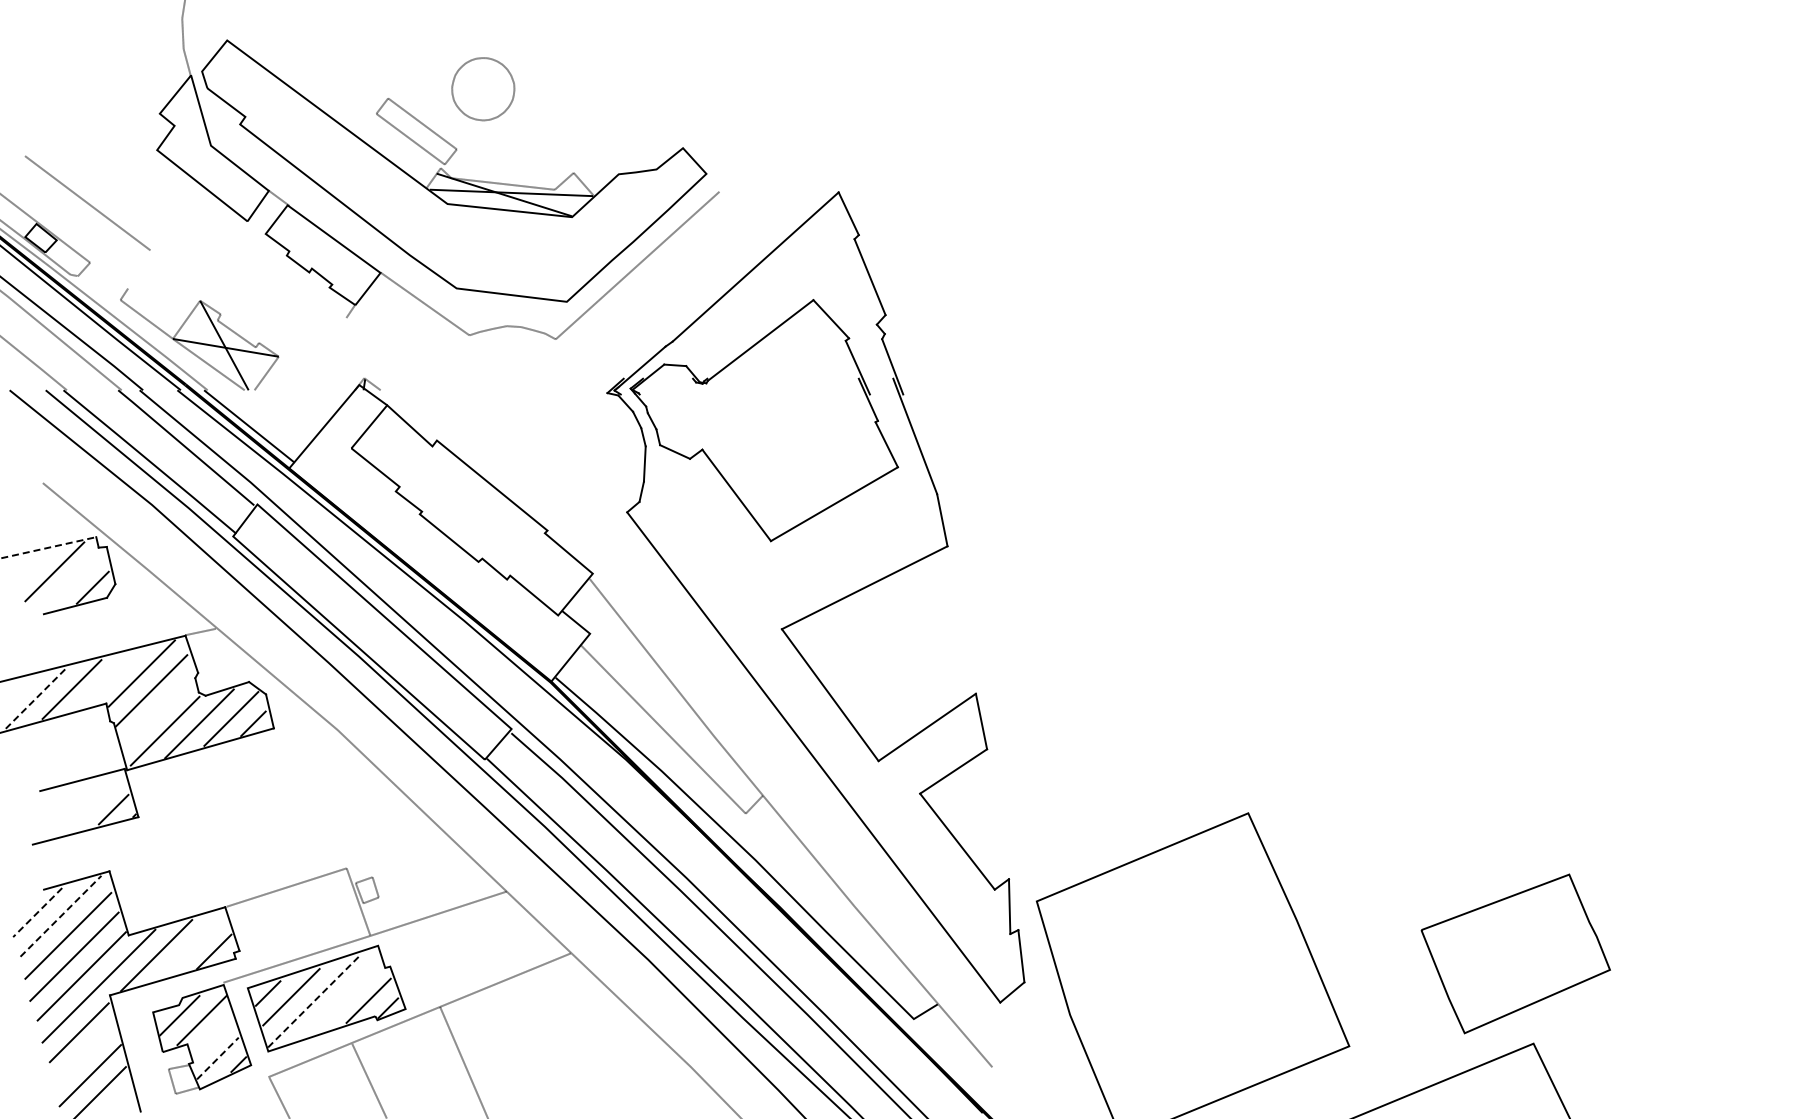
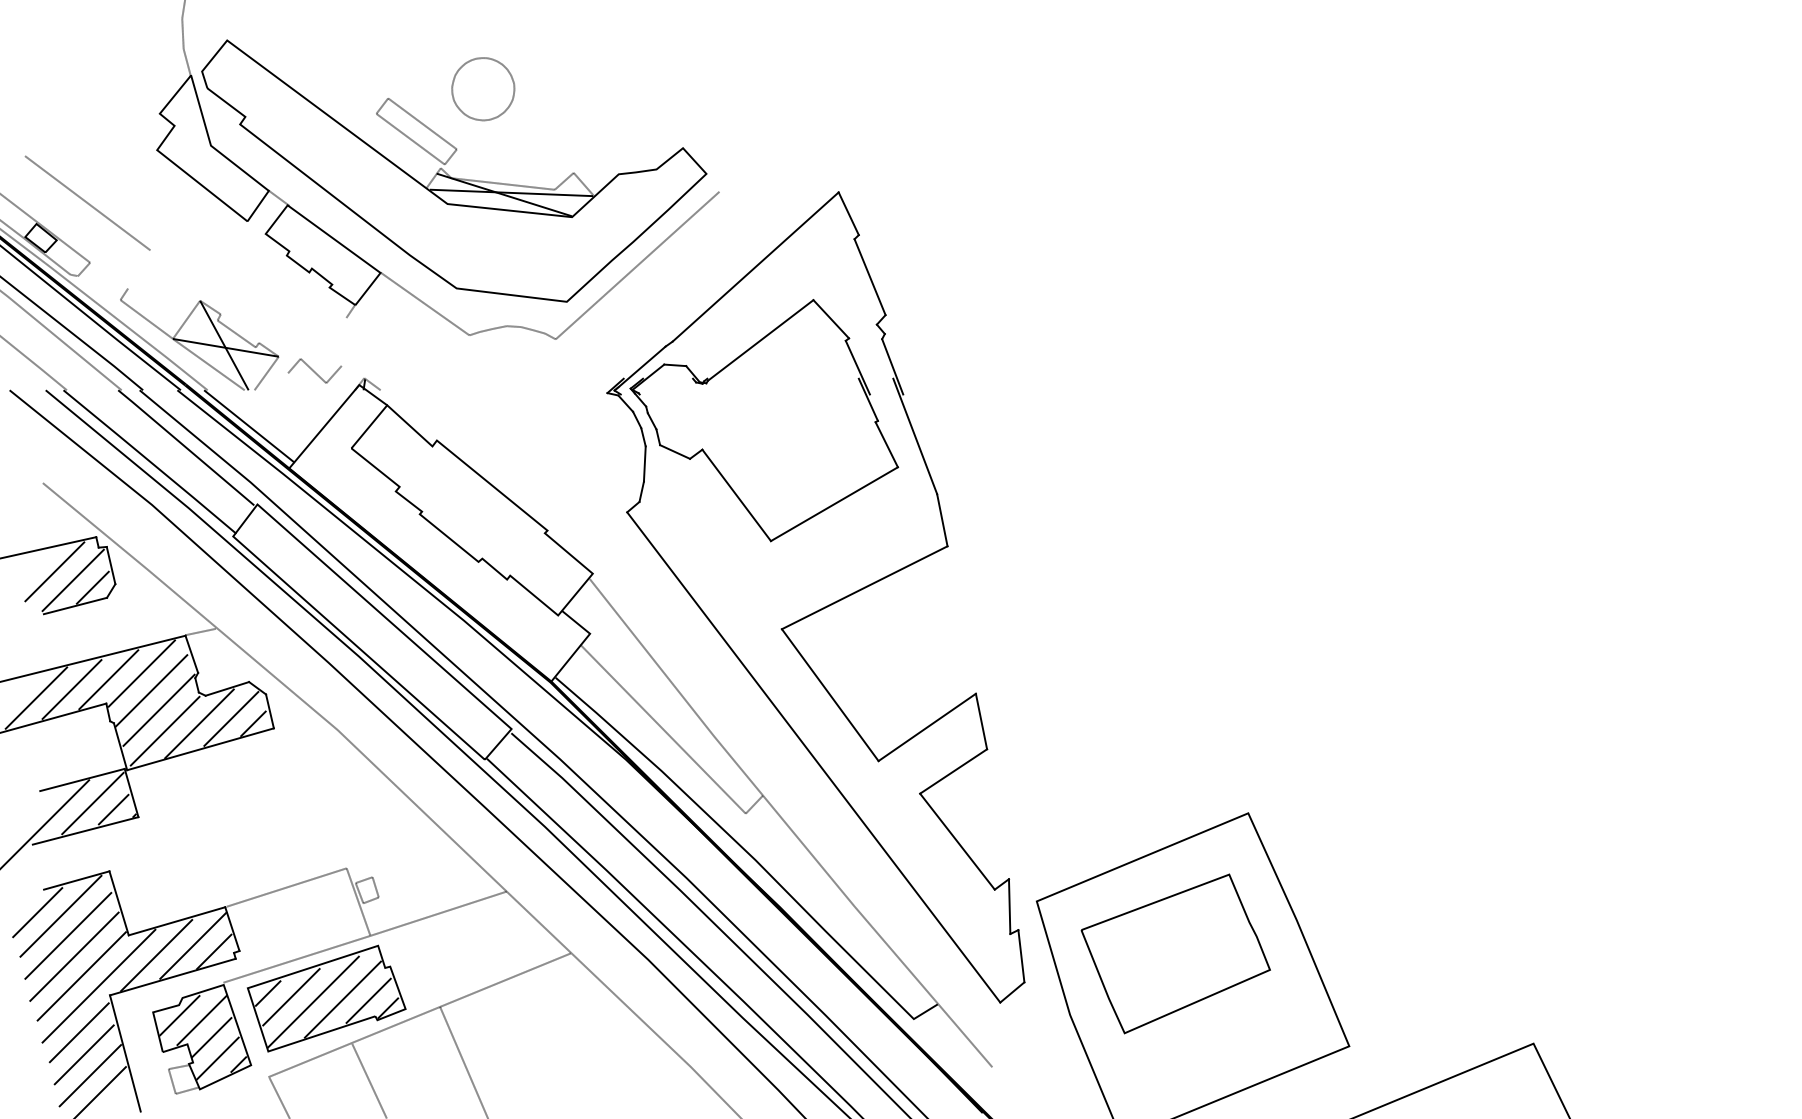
line at (314, 370): none -> present
line at (48, 547): dashed -> solid
line at (72, 580): none -> present
line at (108, 679): none -> present
line at (36, 697): dashed -> solid
line at (158, 709): none -> present
line at (92, 803): none -> present
line at (45, 823): none -> present
line at (37, 912): dashed -> solid
line at (61, 915): dashed -> solid
line at (193, 945): none -> present
part at (1515, 953) position: (1515, 953) -> (1175, 953)
line at (342, 999): none -> present
line at (313, 1001): dashed -> solid
line at (211, 1037): none -> present
line at (83, 1054): none -> present
line at (218, 1058): dashed -> solid
